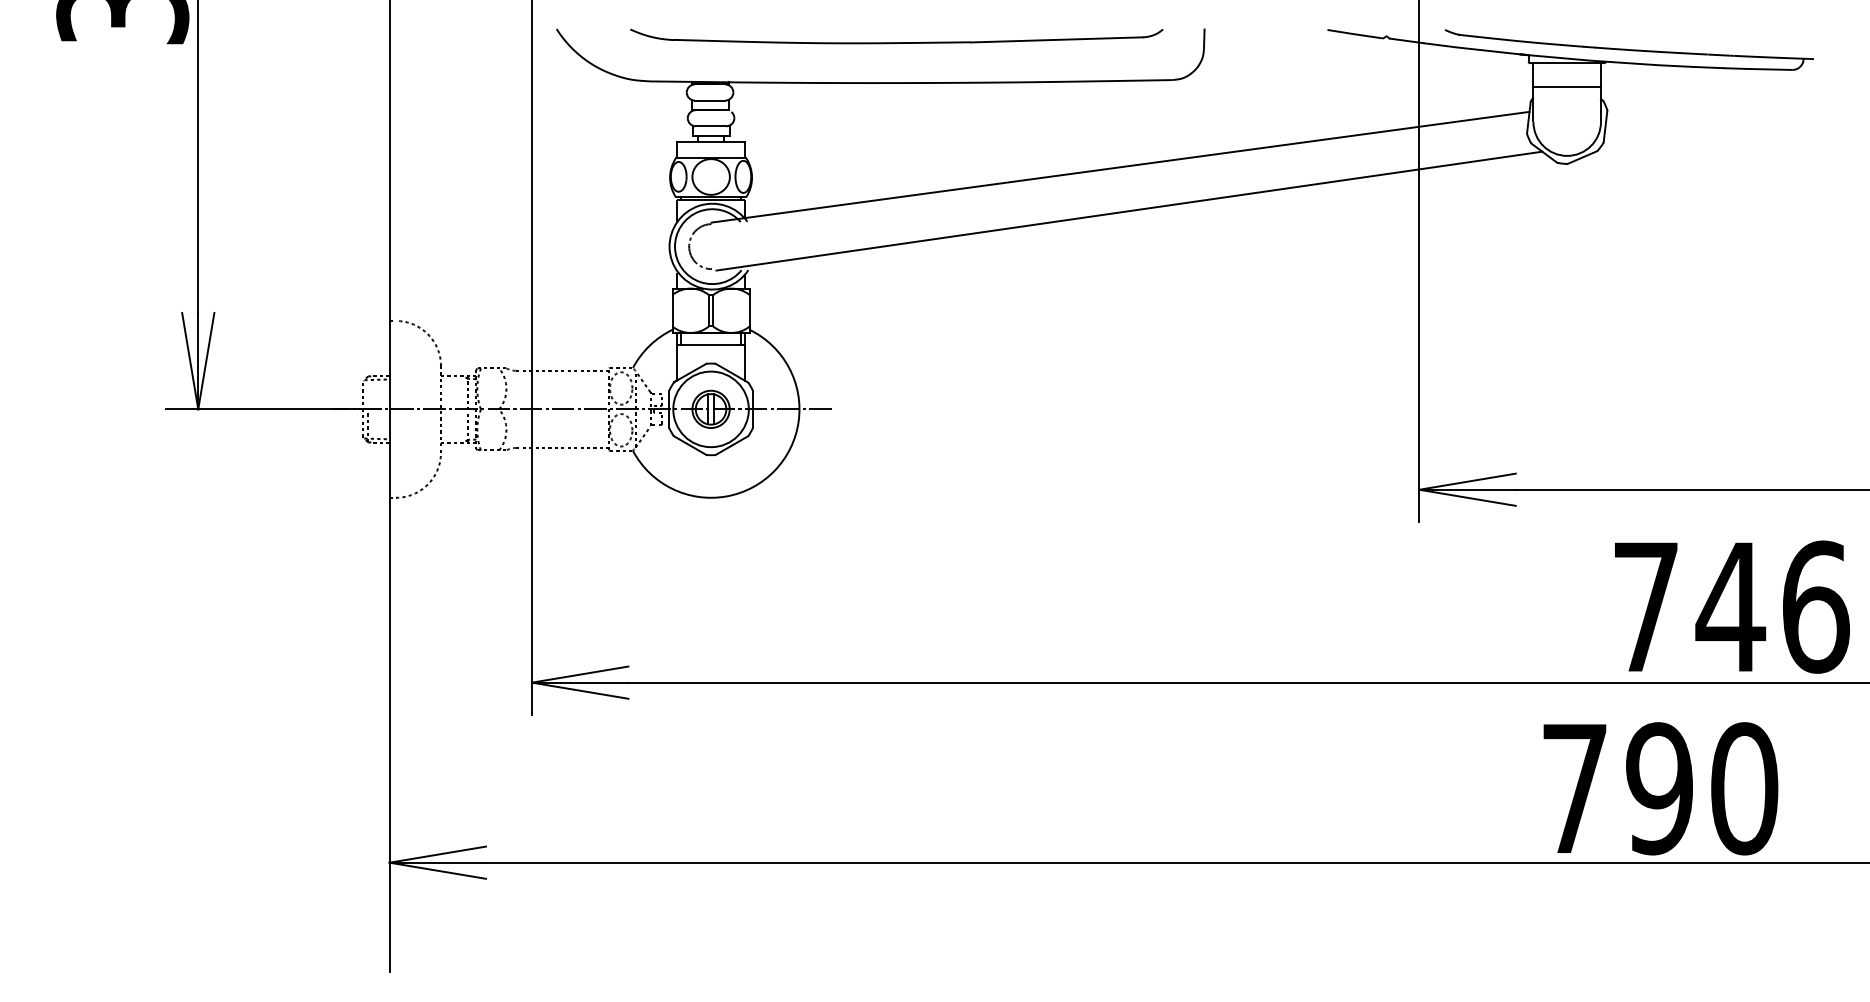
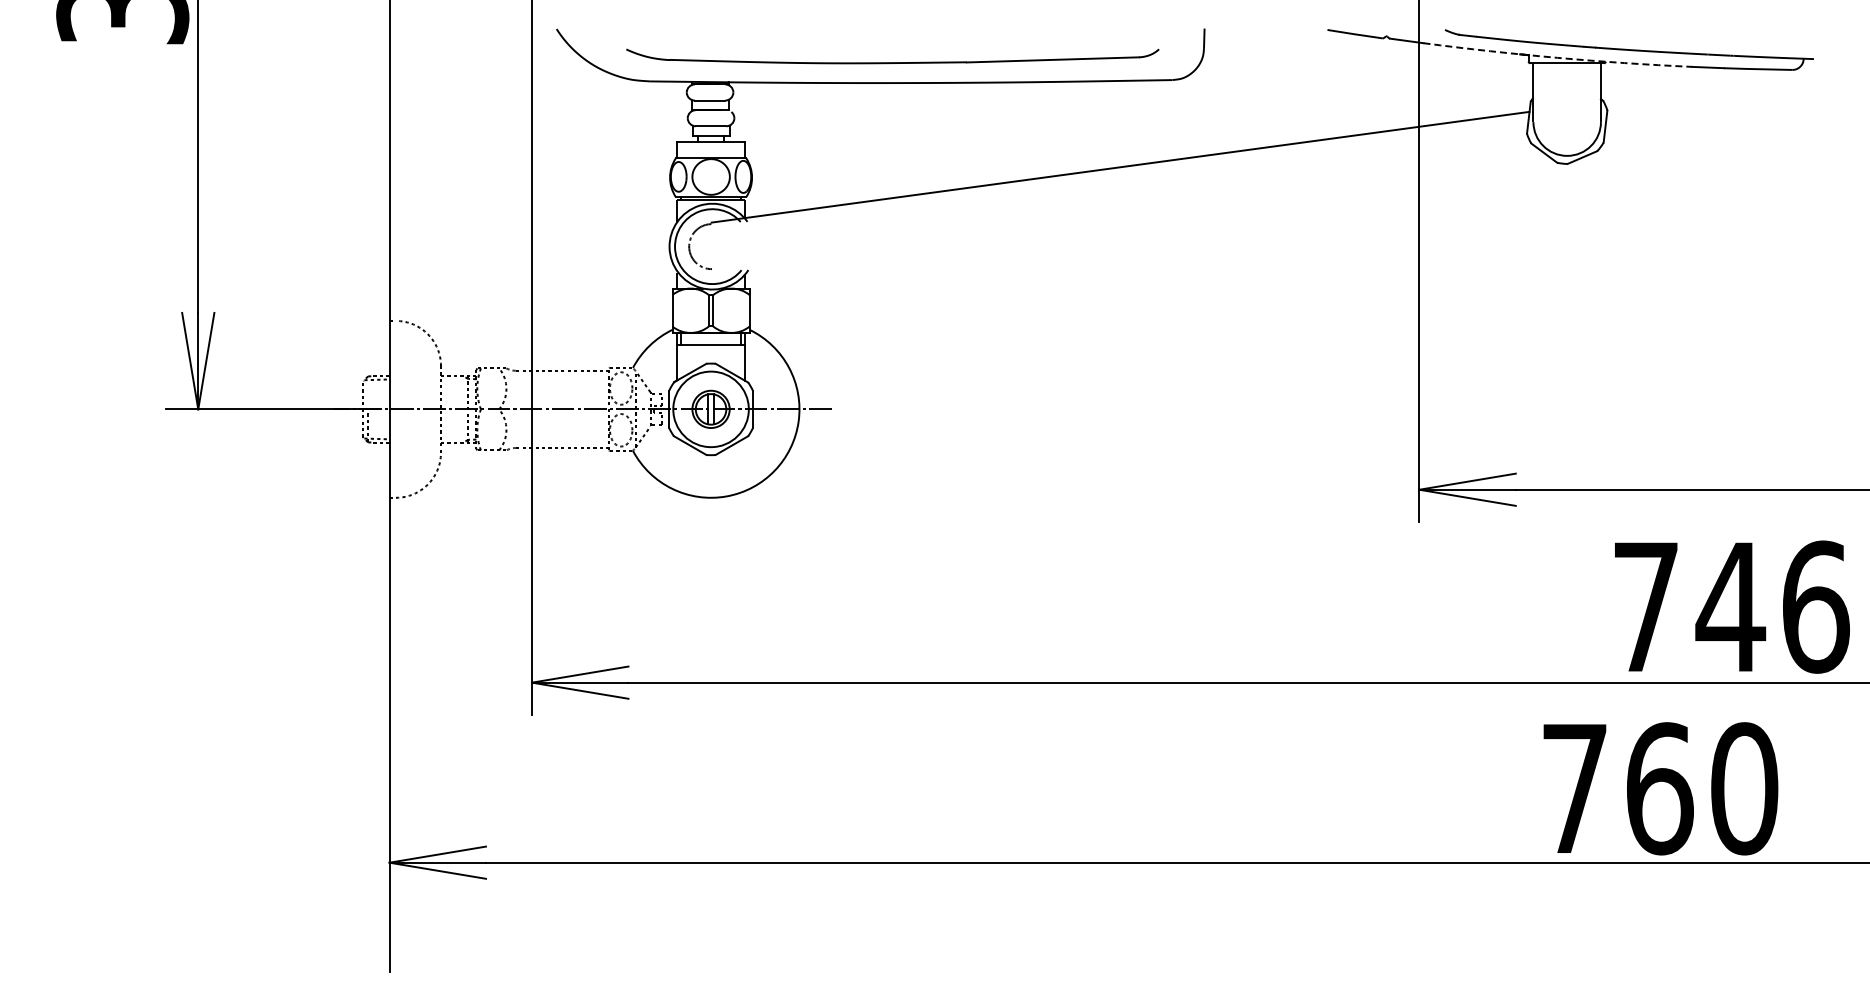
part at (896, 36) position: (896, 36) -> (892, 56)
arc at (1557, 57): solid -> dashed
line at (1566, 86): present -> none
line at (1129, 210): present -> none
text at (1659, 788): 790 -> 760
